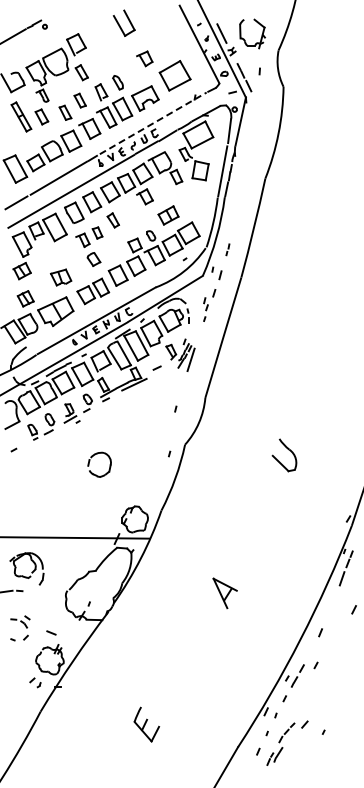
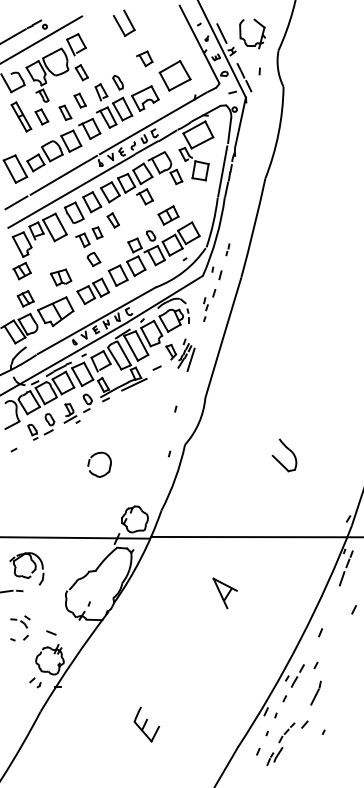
line at (42, 39): none -> present
line at (153, 123): dashed -> solid
line at (255, 536): none -> present
line at (316, 692): none -> present
